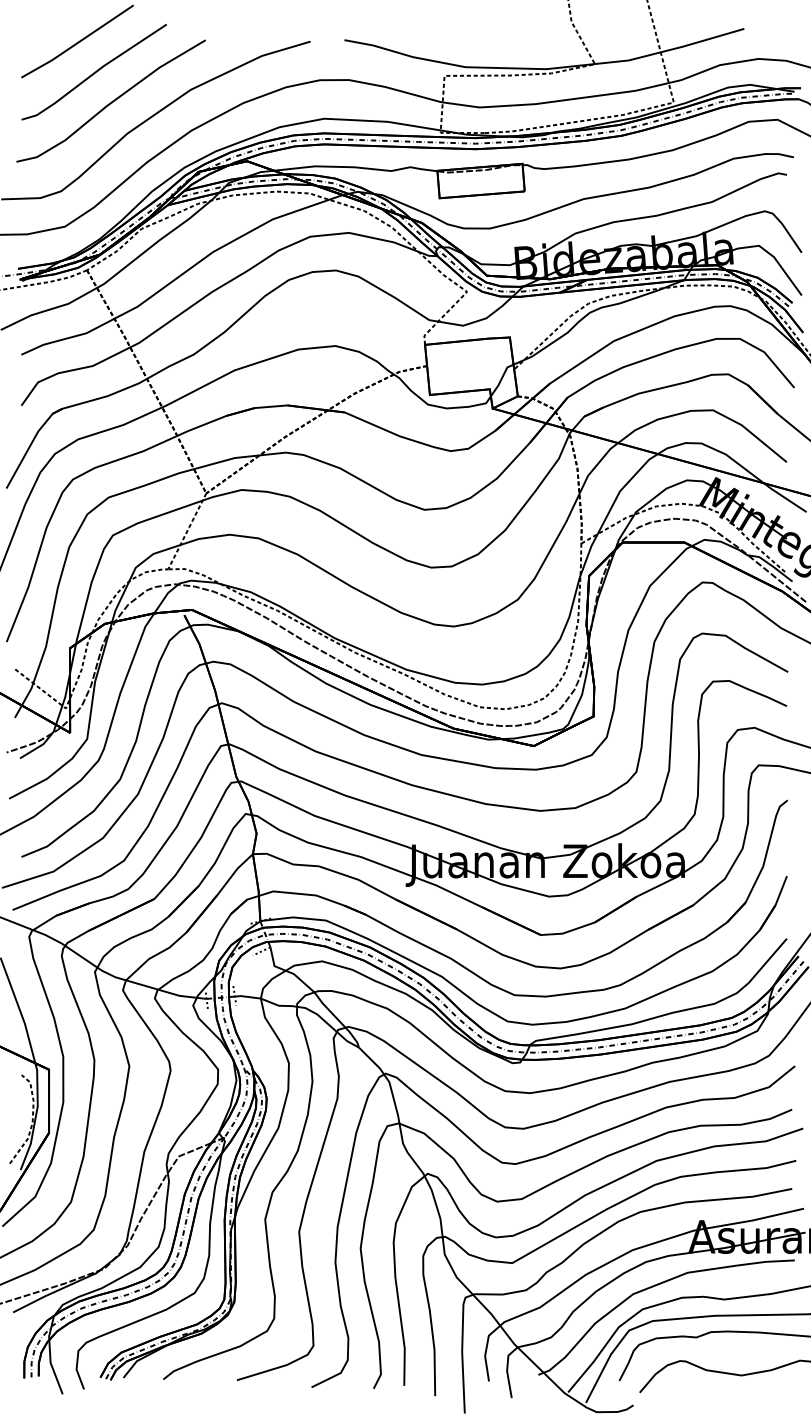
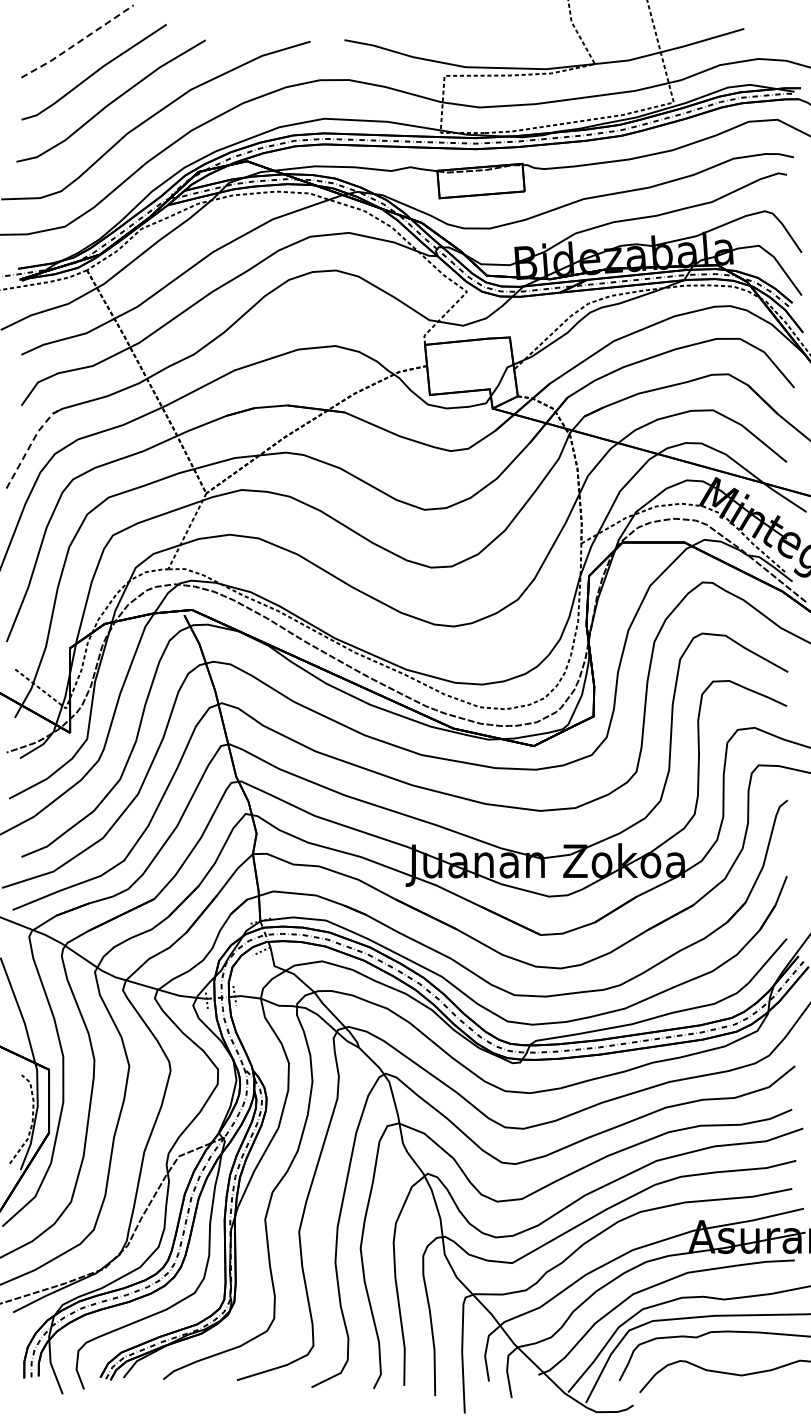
line at (77, 43): solid -> dashed
line at (31, 444): solid -> dashed
